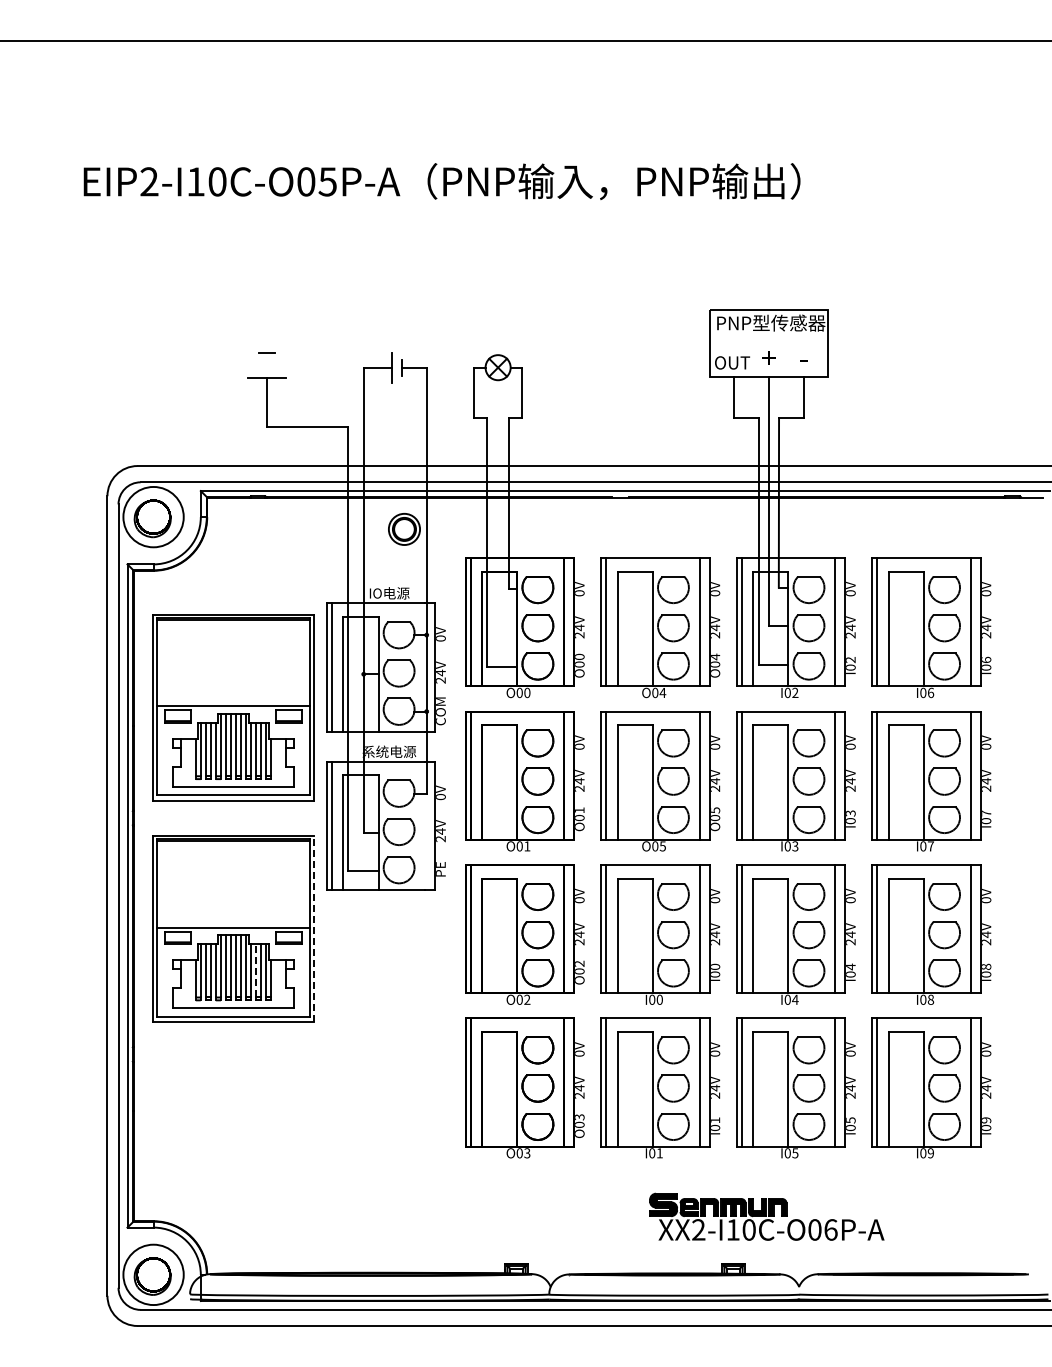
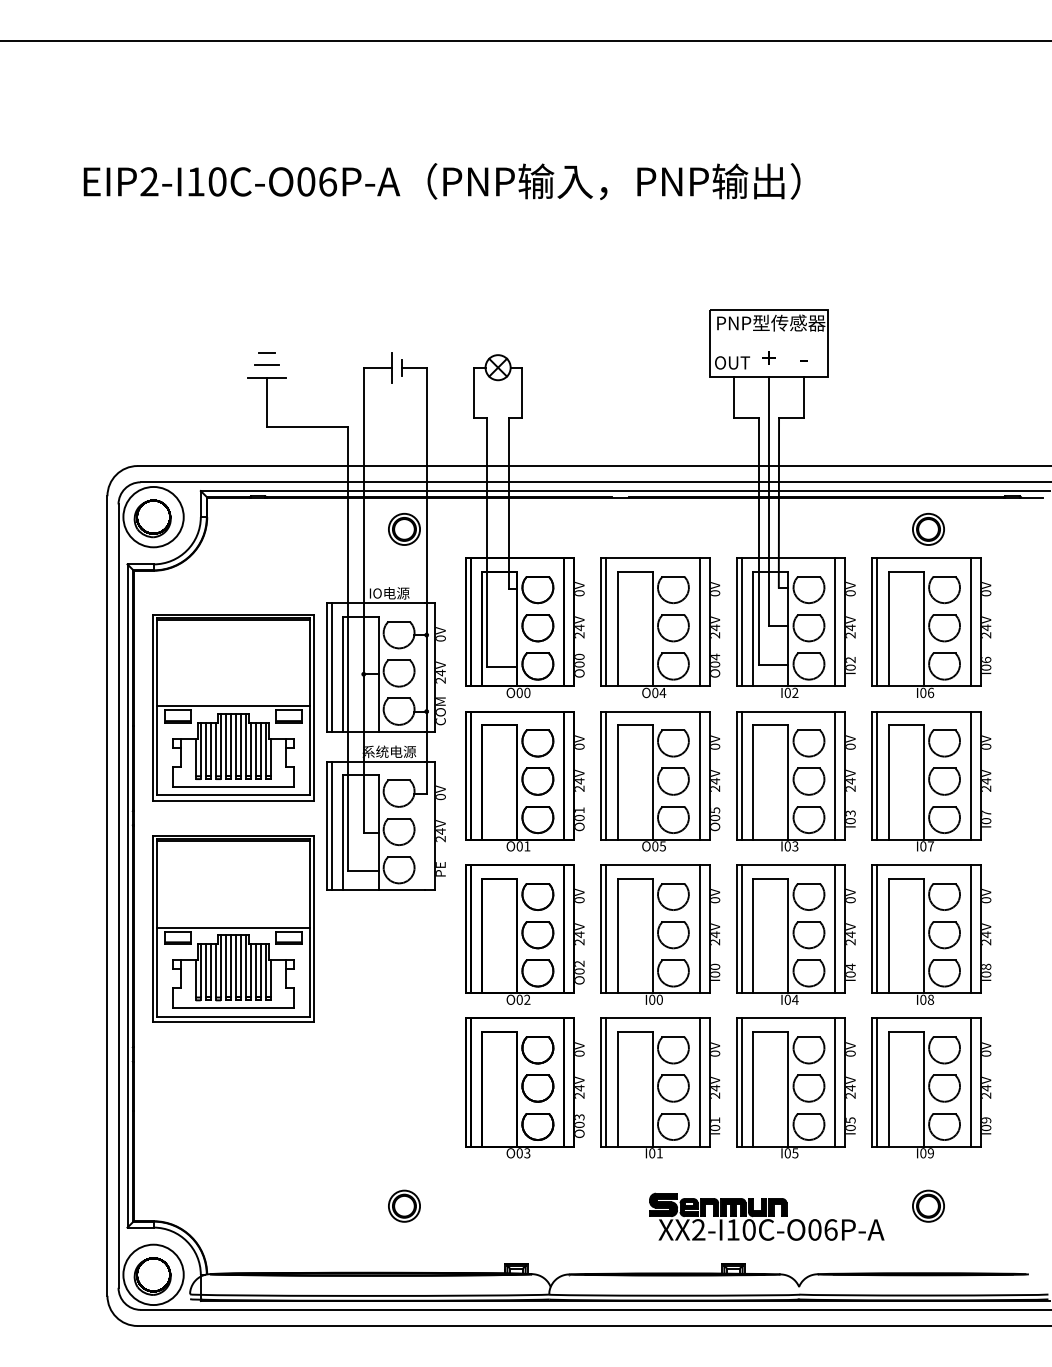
text at (327, 181): EIP2-I10C-O05P-A -> EIP2-I10C-O06P-A
line at (267, 365): none -> present
part at (928, 529): none -> present
line at (314, 928): dashed -> solid
line at (256, 970): dashed -> solid
part at (404, 1205): none -> present
part at (928, 1205): none -> present
